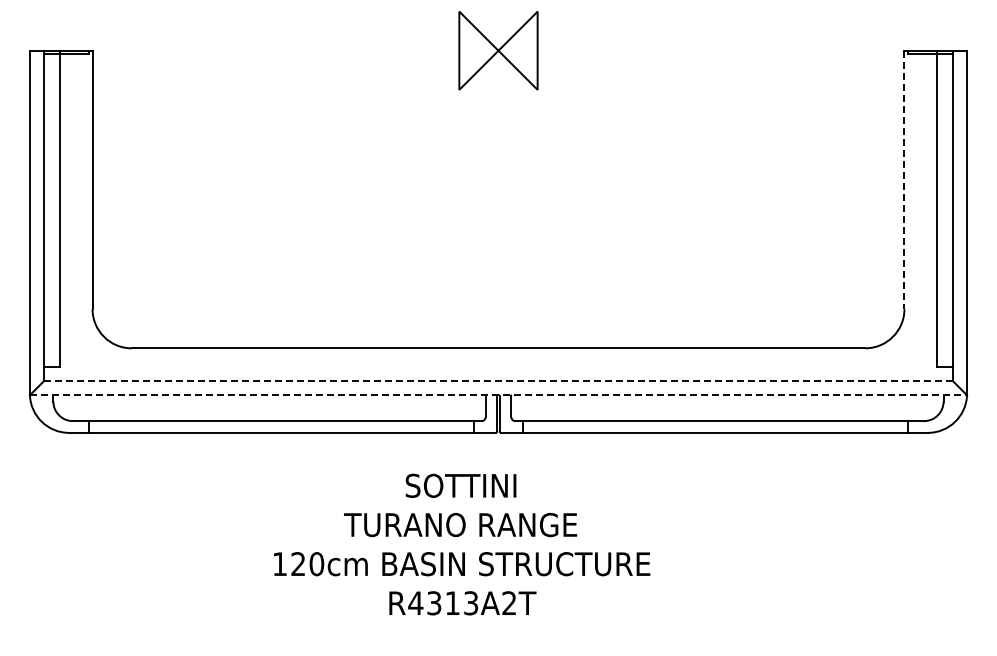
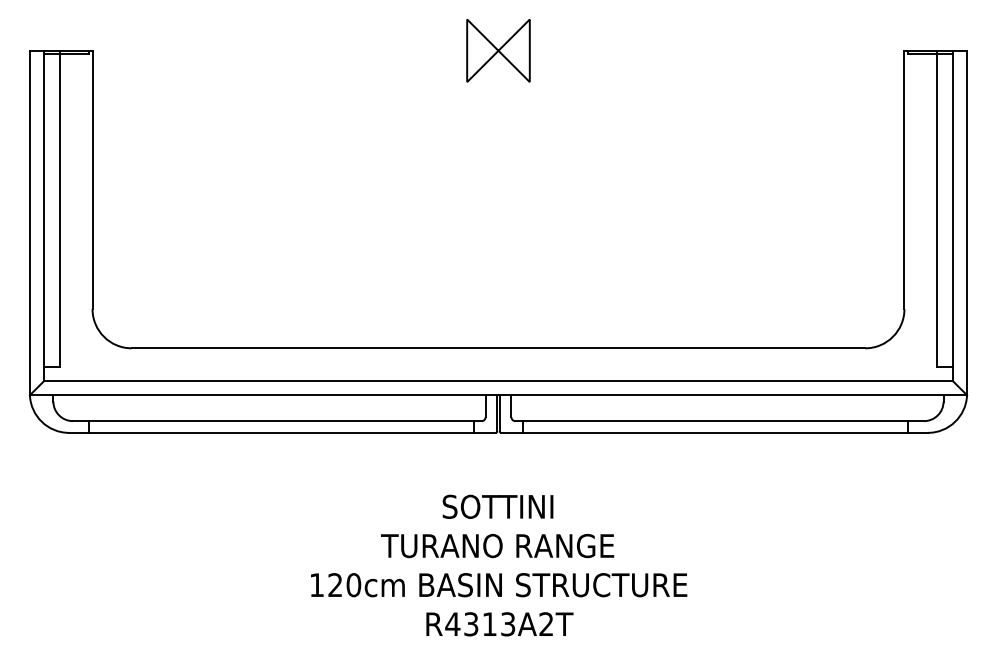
part at (498, 50) size: 81x80 px -> 65x64 px
line at (904, 180): dashed -> solid
line at (498, 381): dashed -> solid
line at (498, 395): dashed -> solid
text at (462, 544) position: (462, 544) -> (499, 565)
